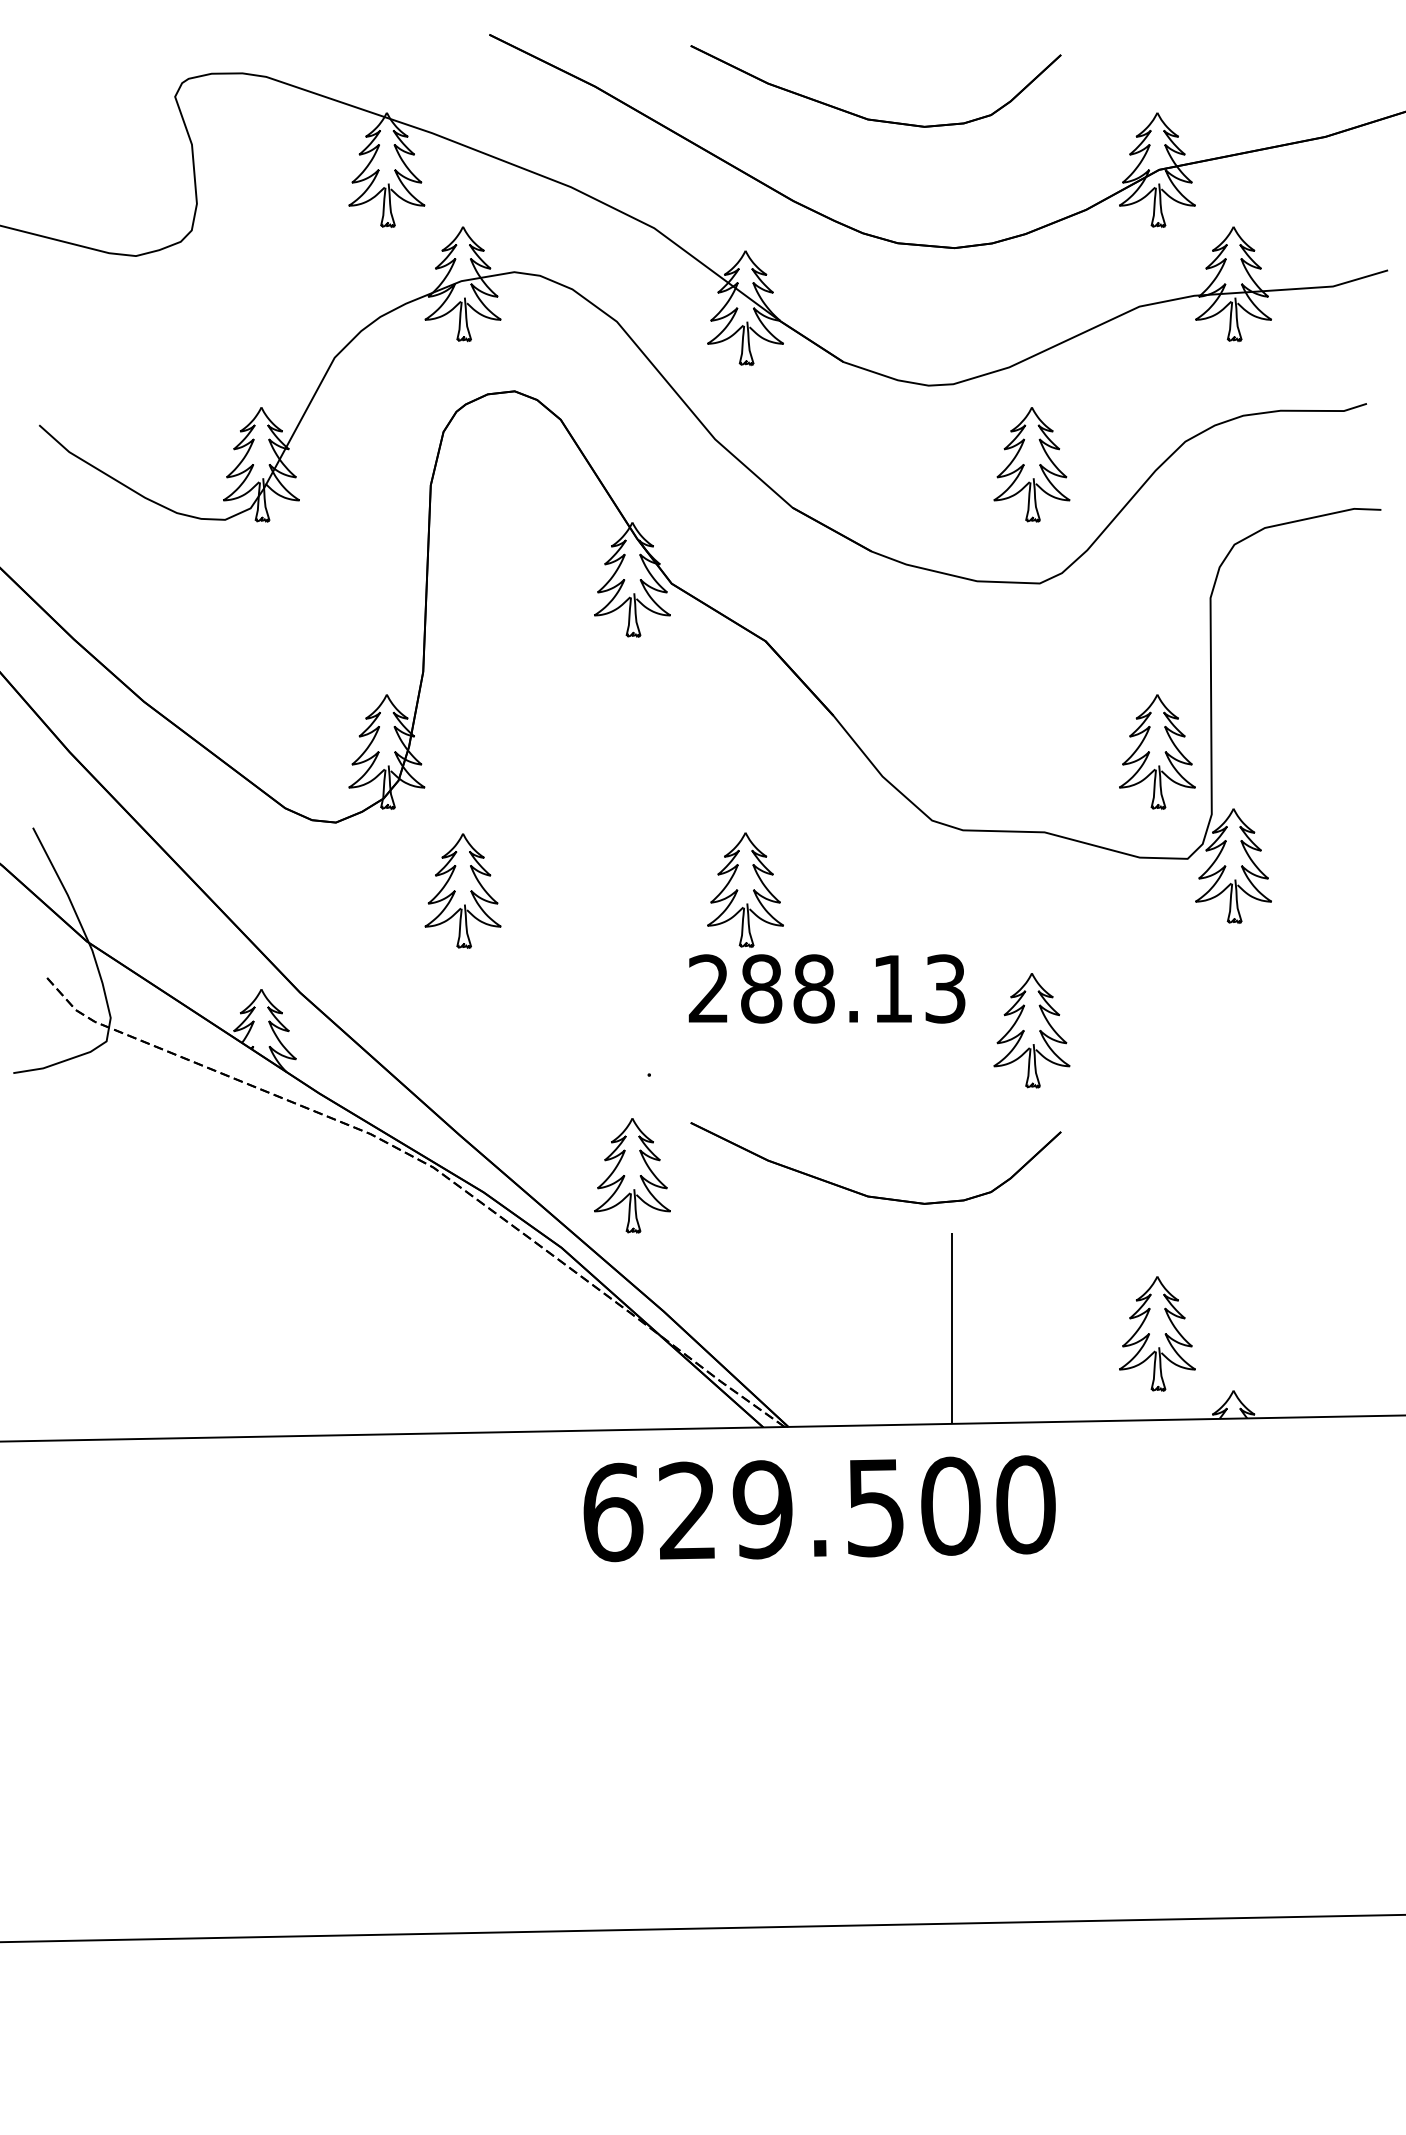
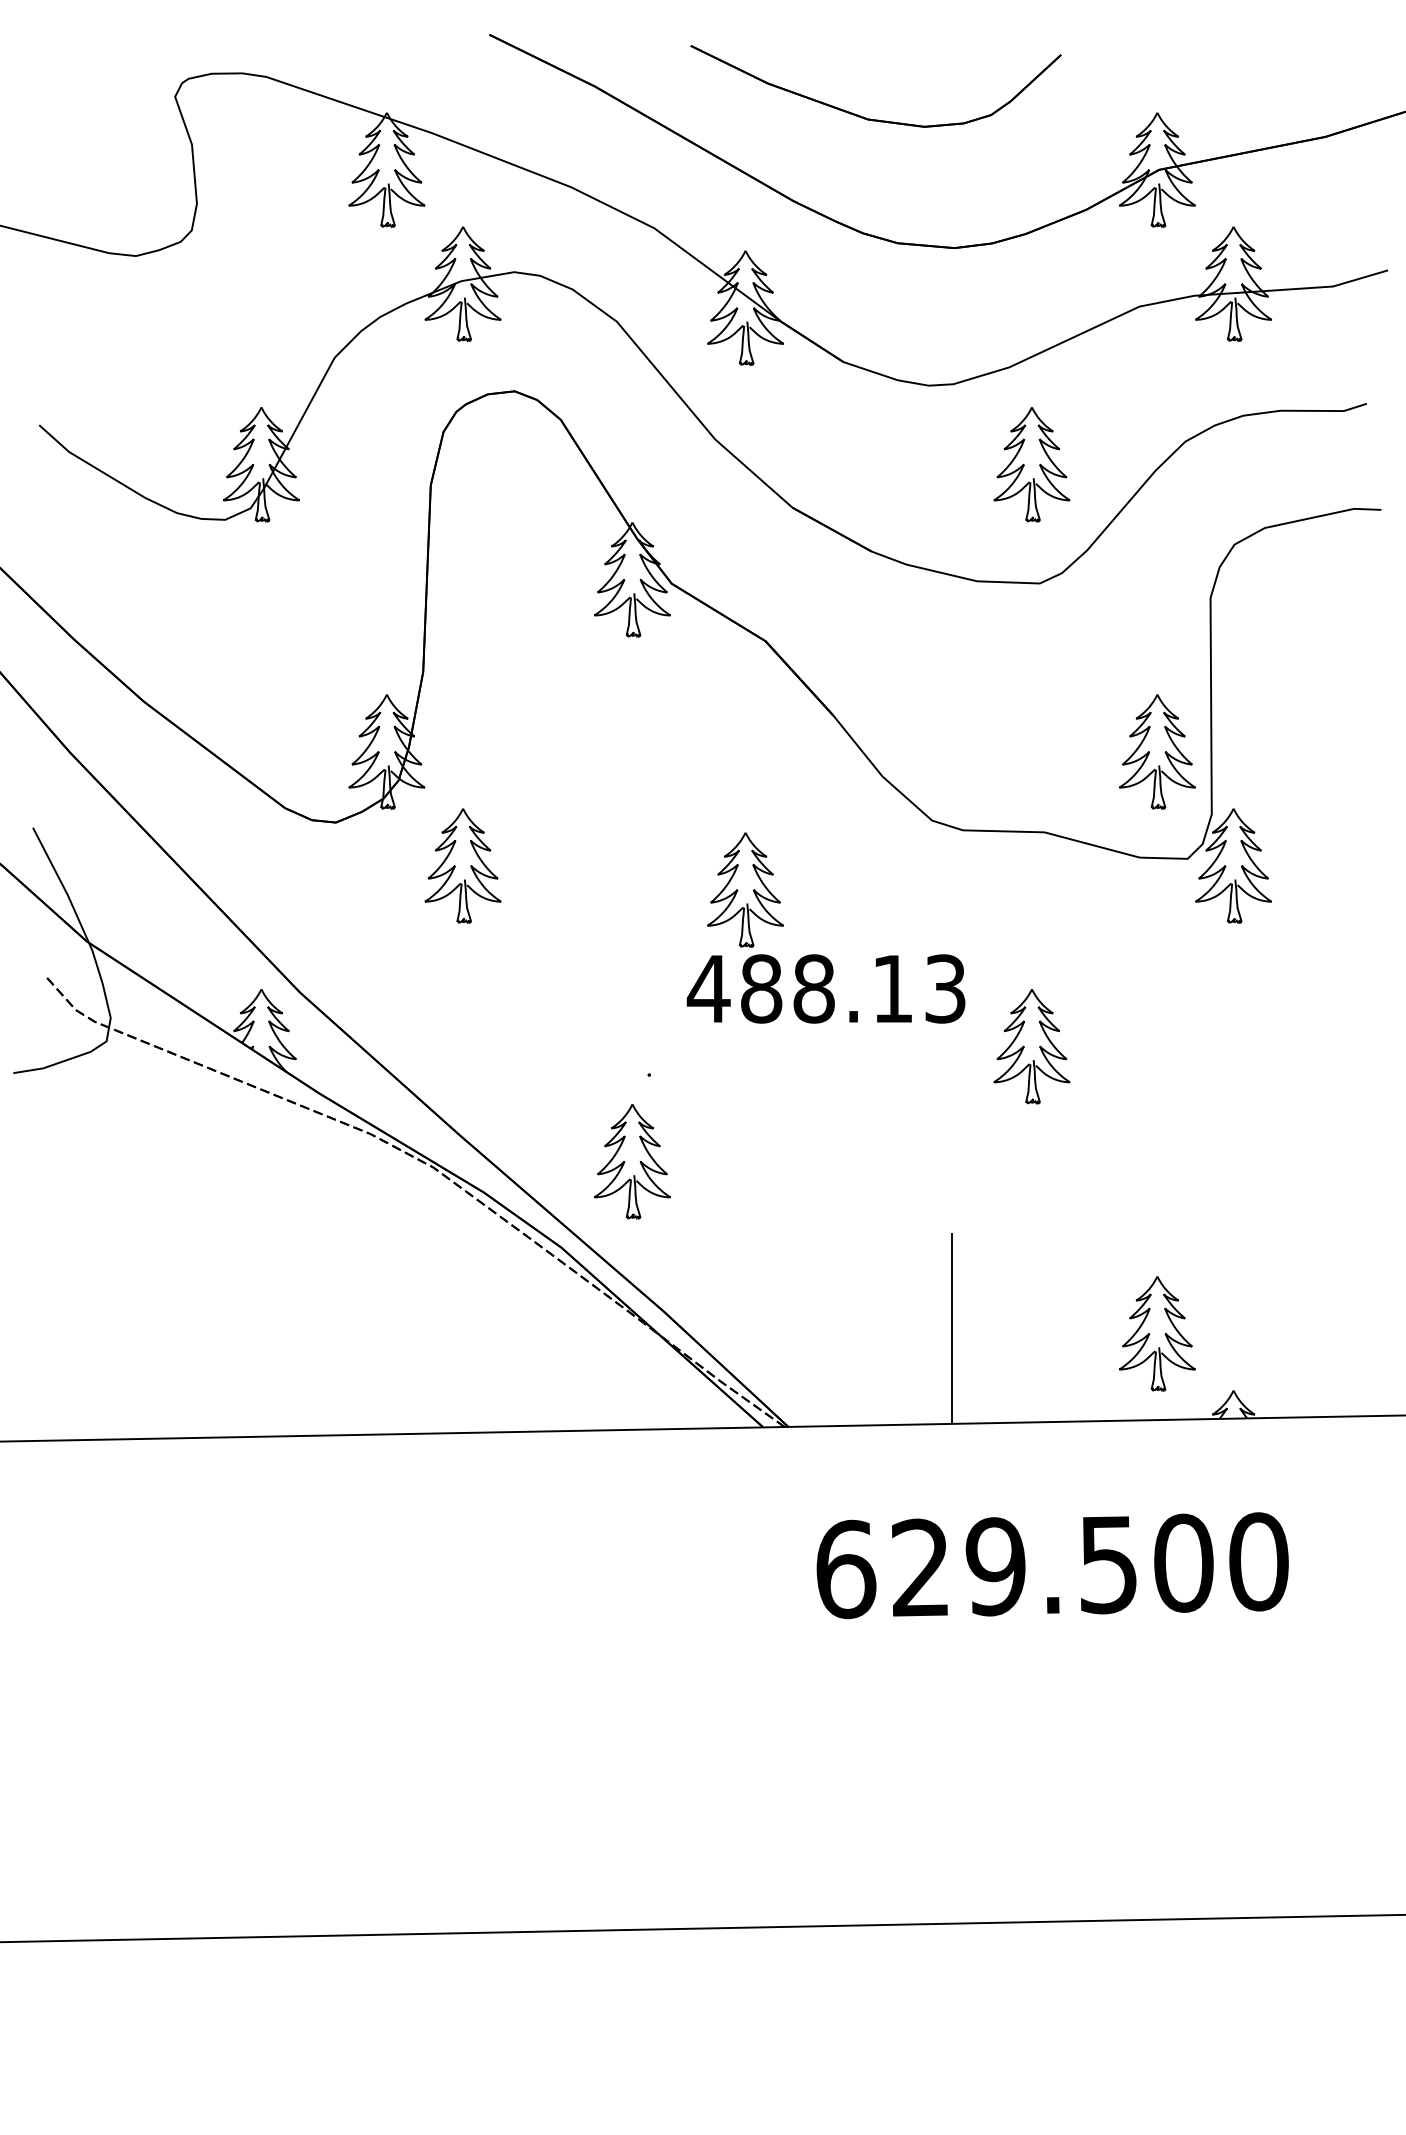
part at (462, 890) position: (462, 890) -> (462, 865)
text at (708, 988): 288.13 -> 488.13
part at (1031, 1030) position: (1031, 1030) -> (1031, 1046)
part at (632, 1175) position: (632, 1175) -> (632, 1161)
part at (866, 1194): present -> none
text at (819, 1508) position: (819, 1508) -> (1052, 1565)
